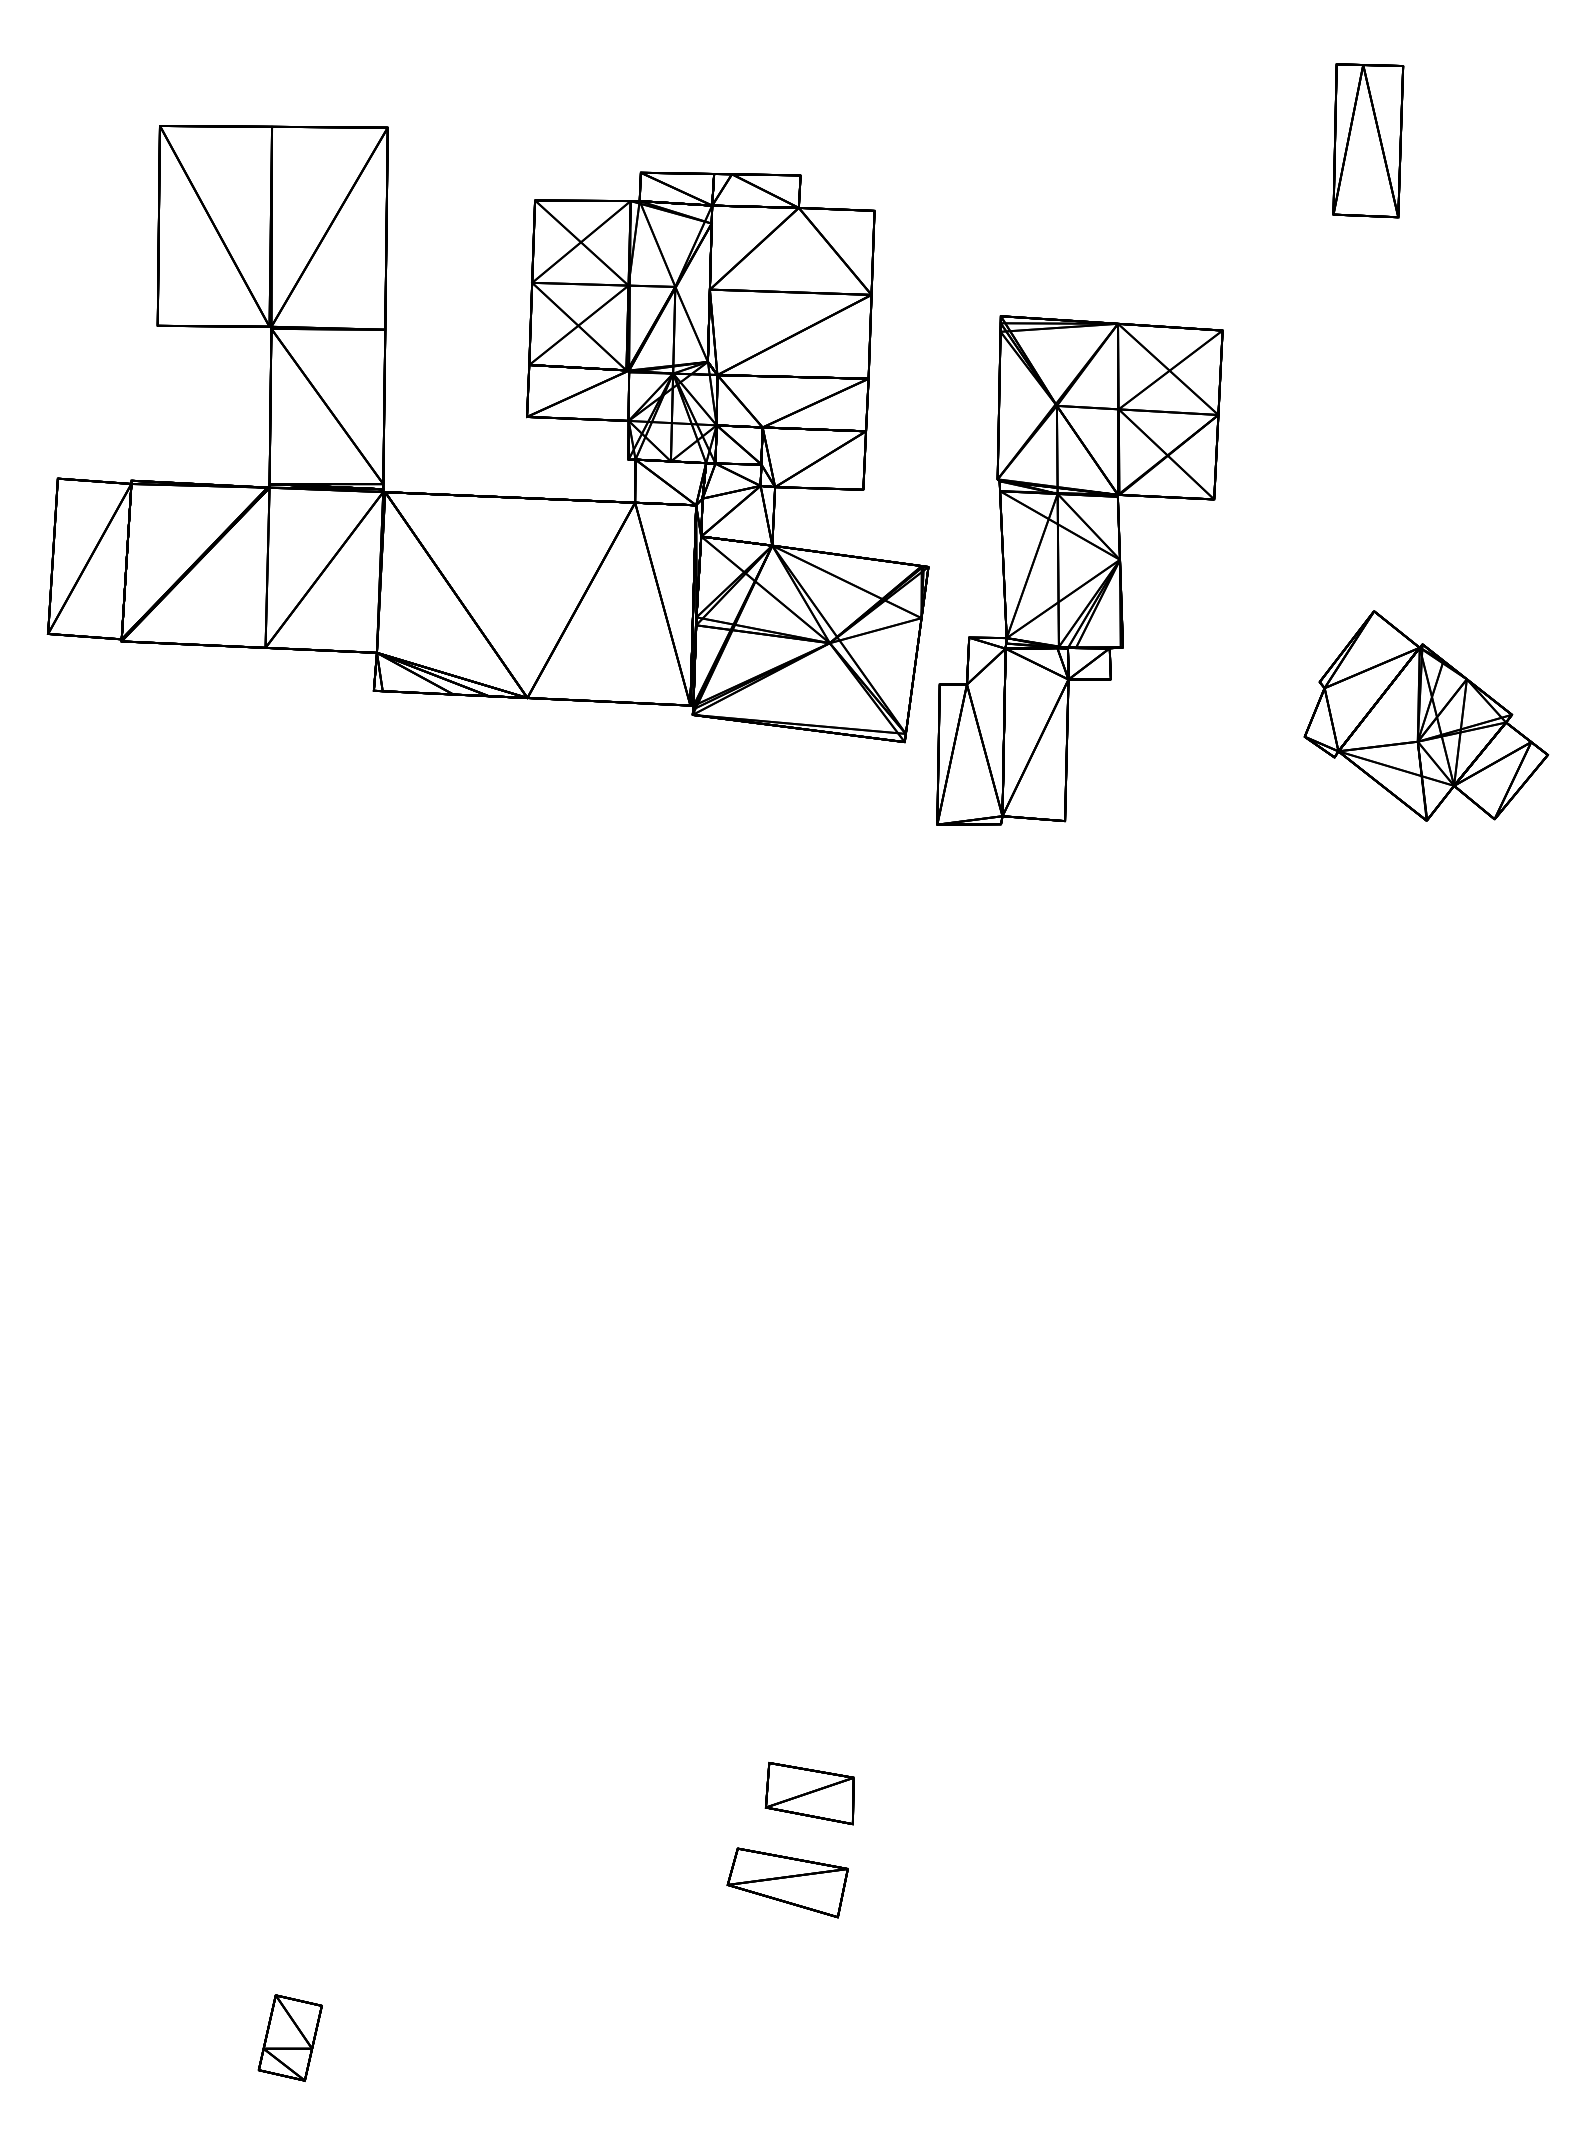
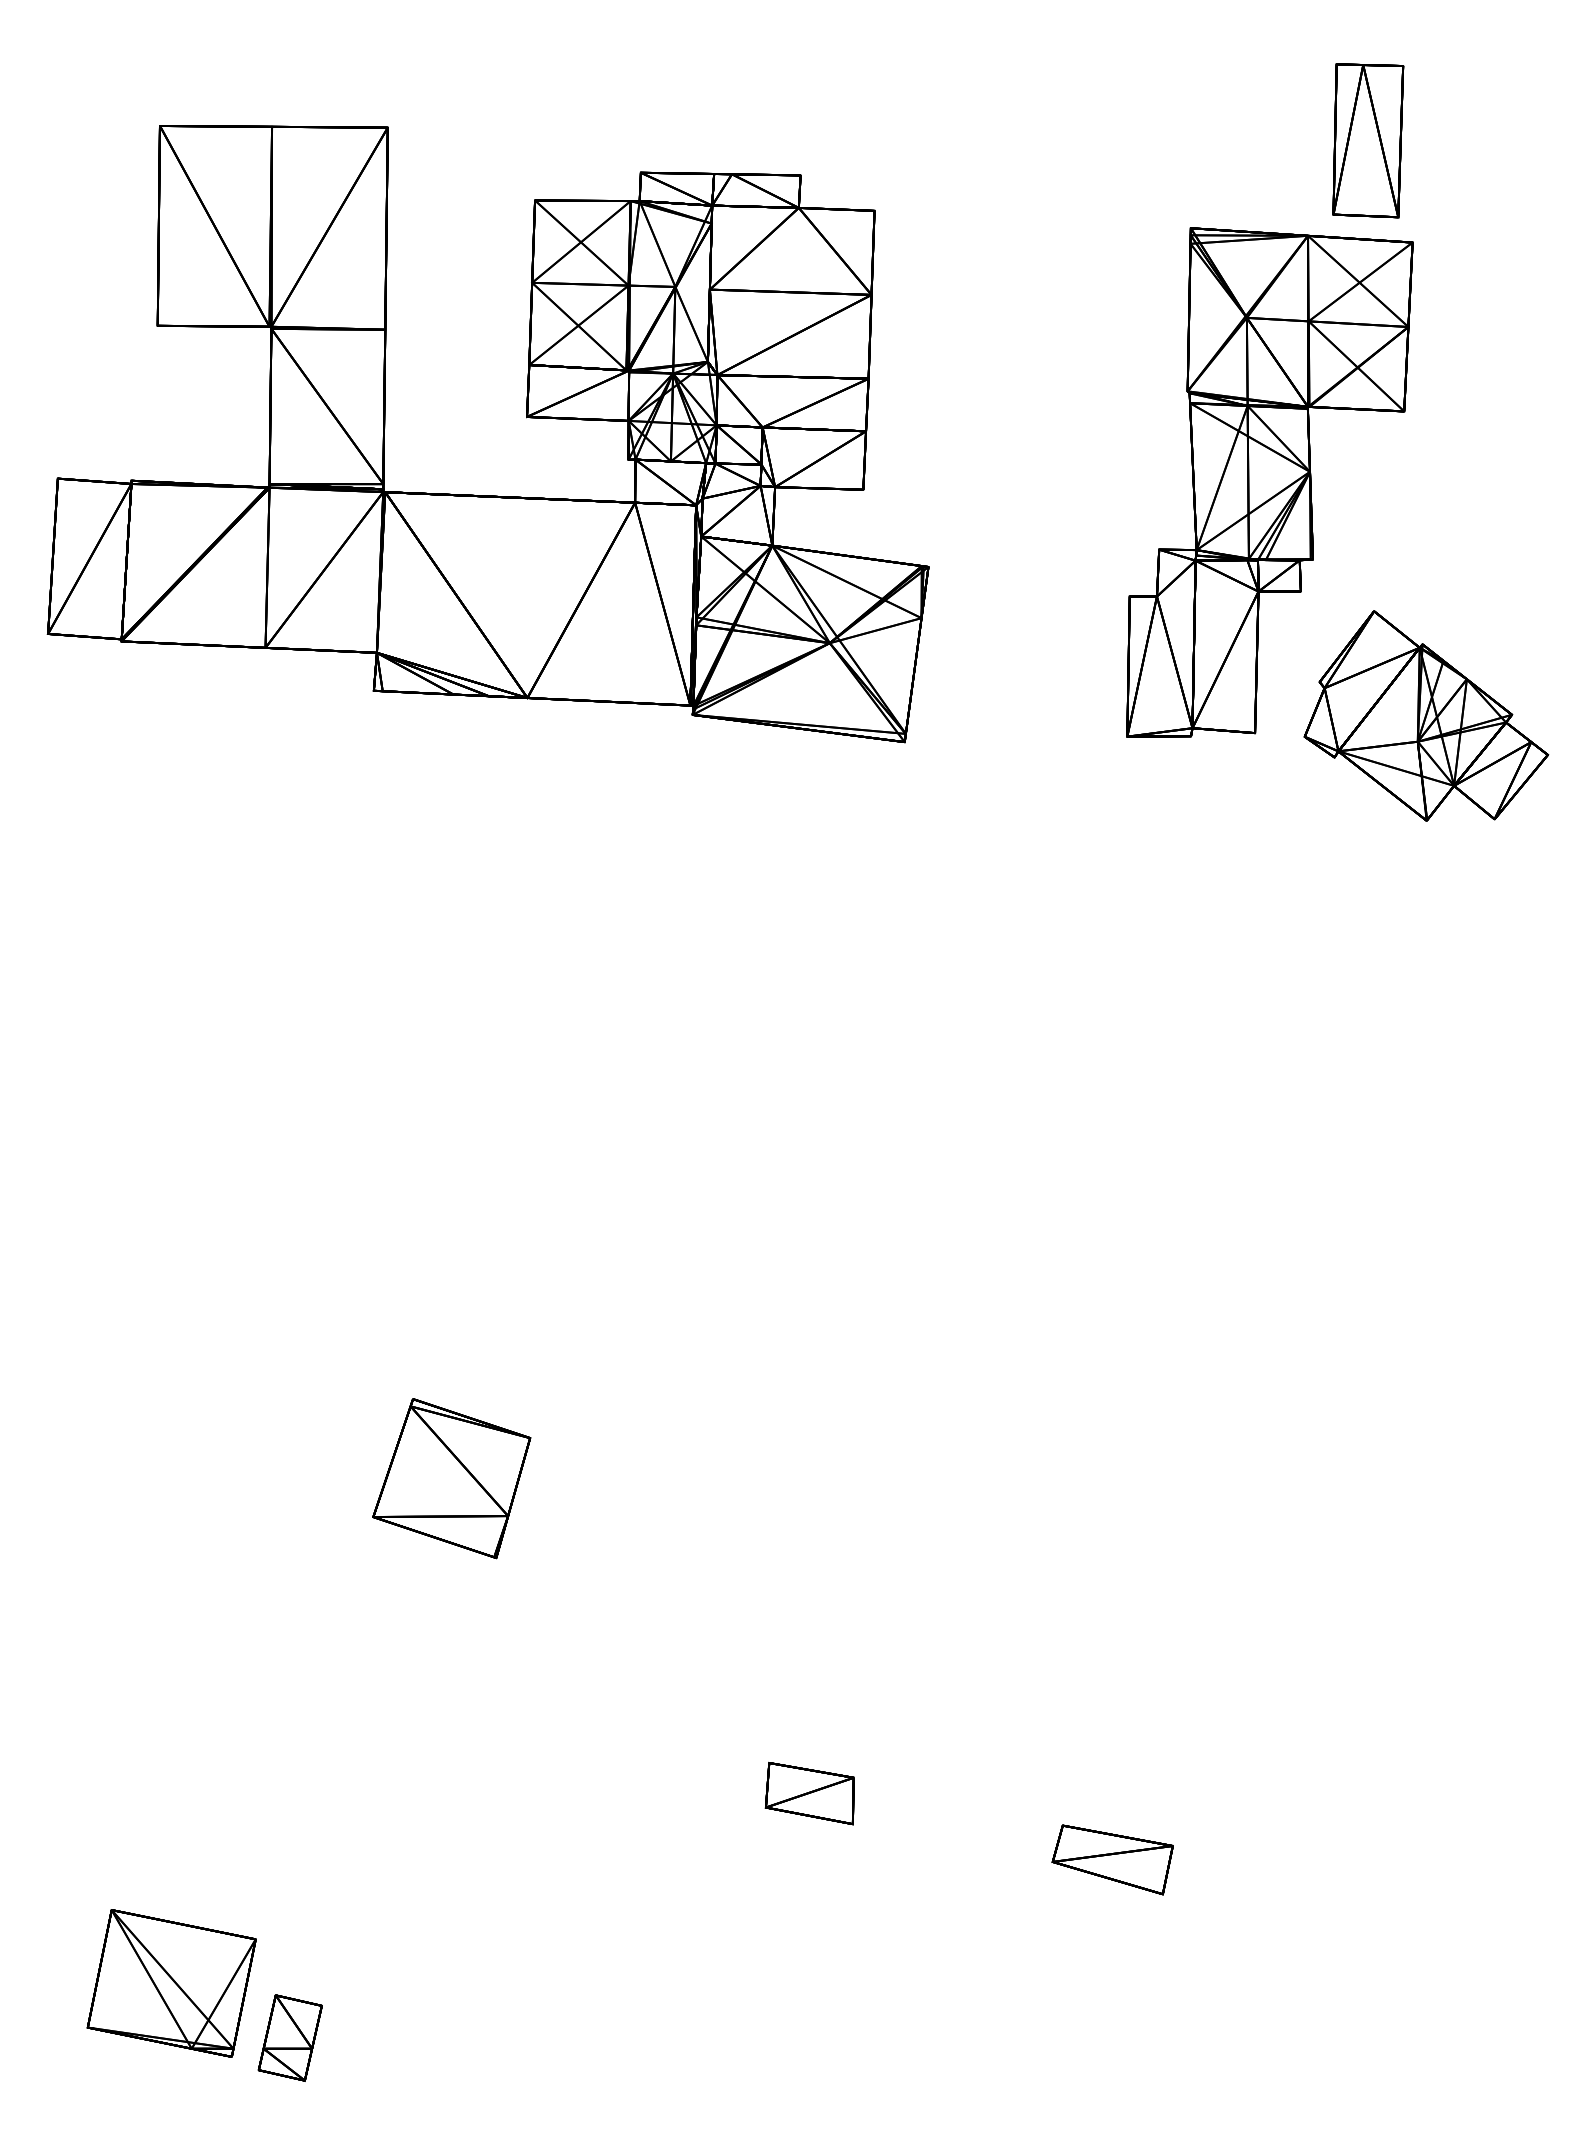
part at (1079, 570) position: (1079, 570) -> (1269, 482)
part at (451, 1478): none -> present
part at (787, 1882) position: (787, 1882) -> (1112, 1859)
part at (171, 1983): none -> present
